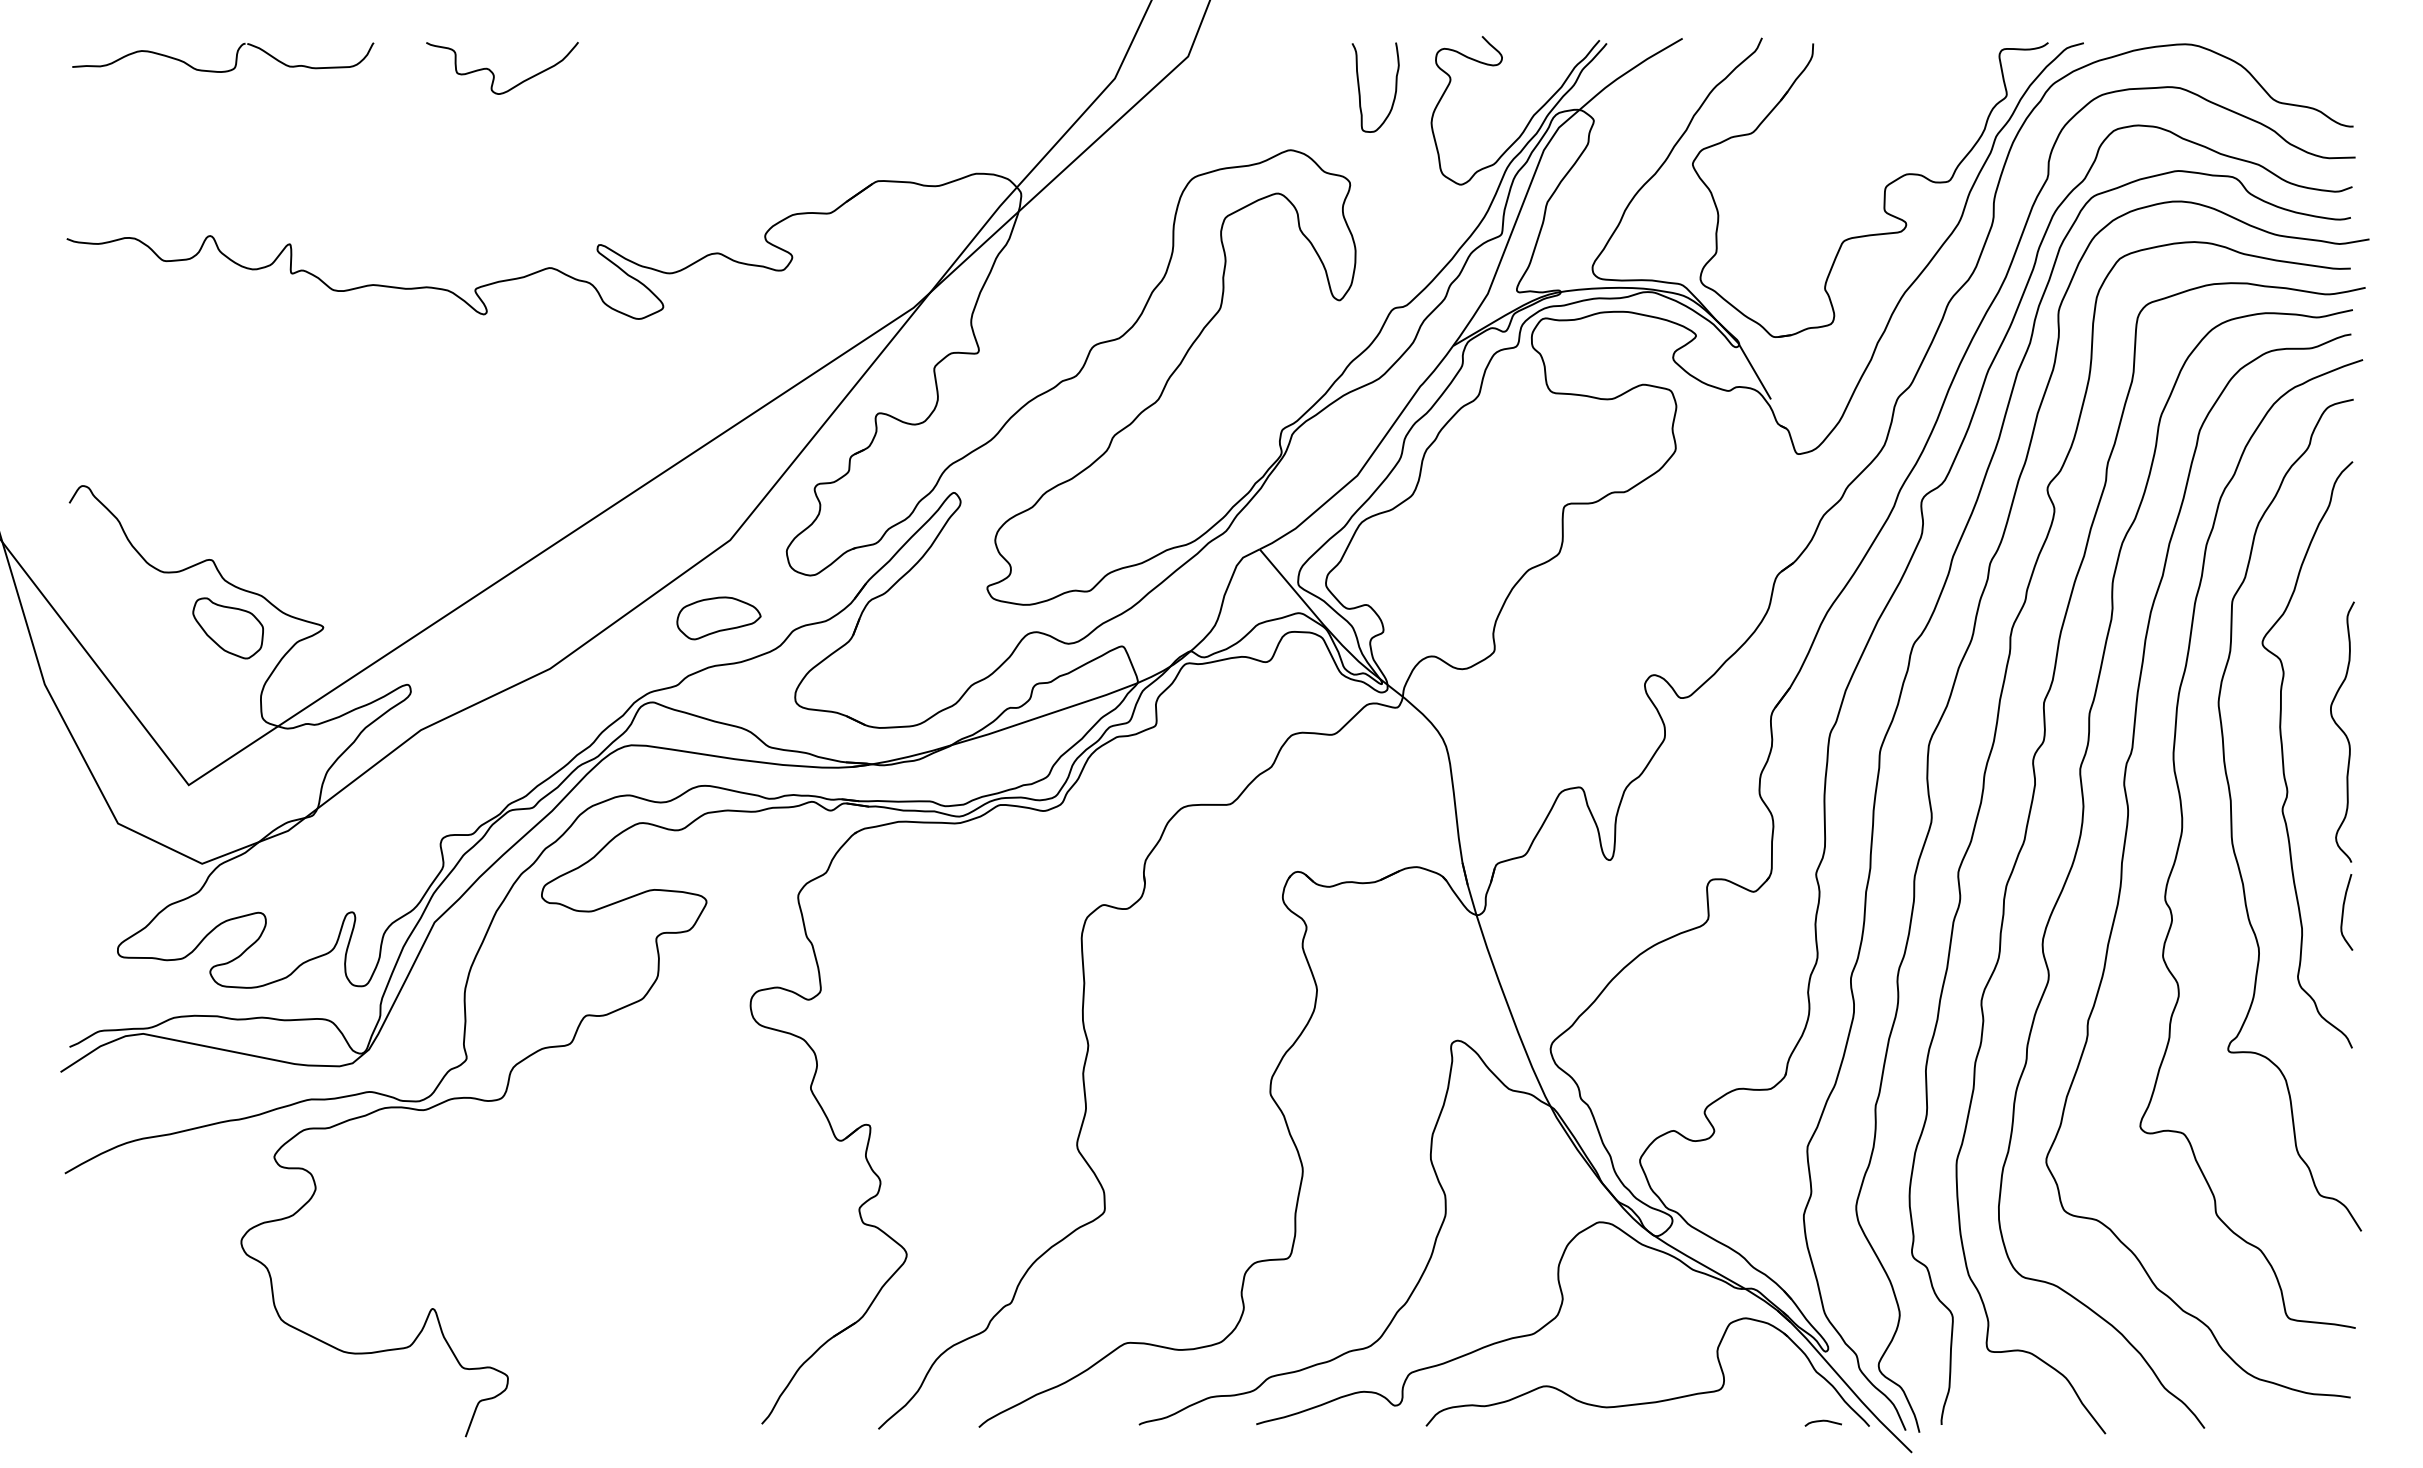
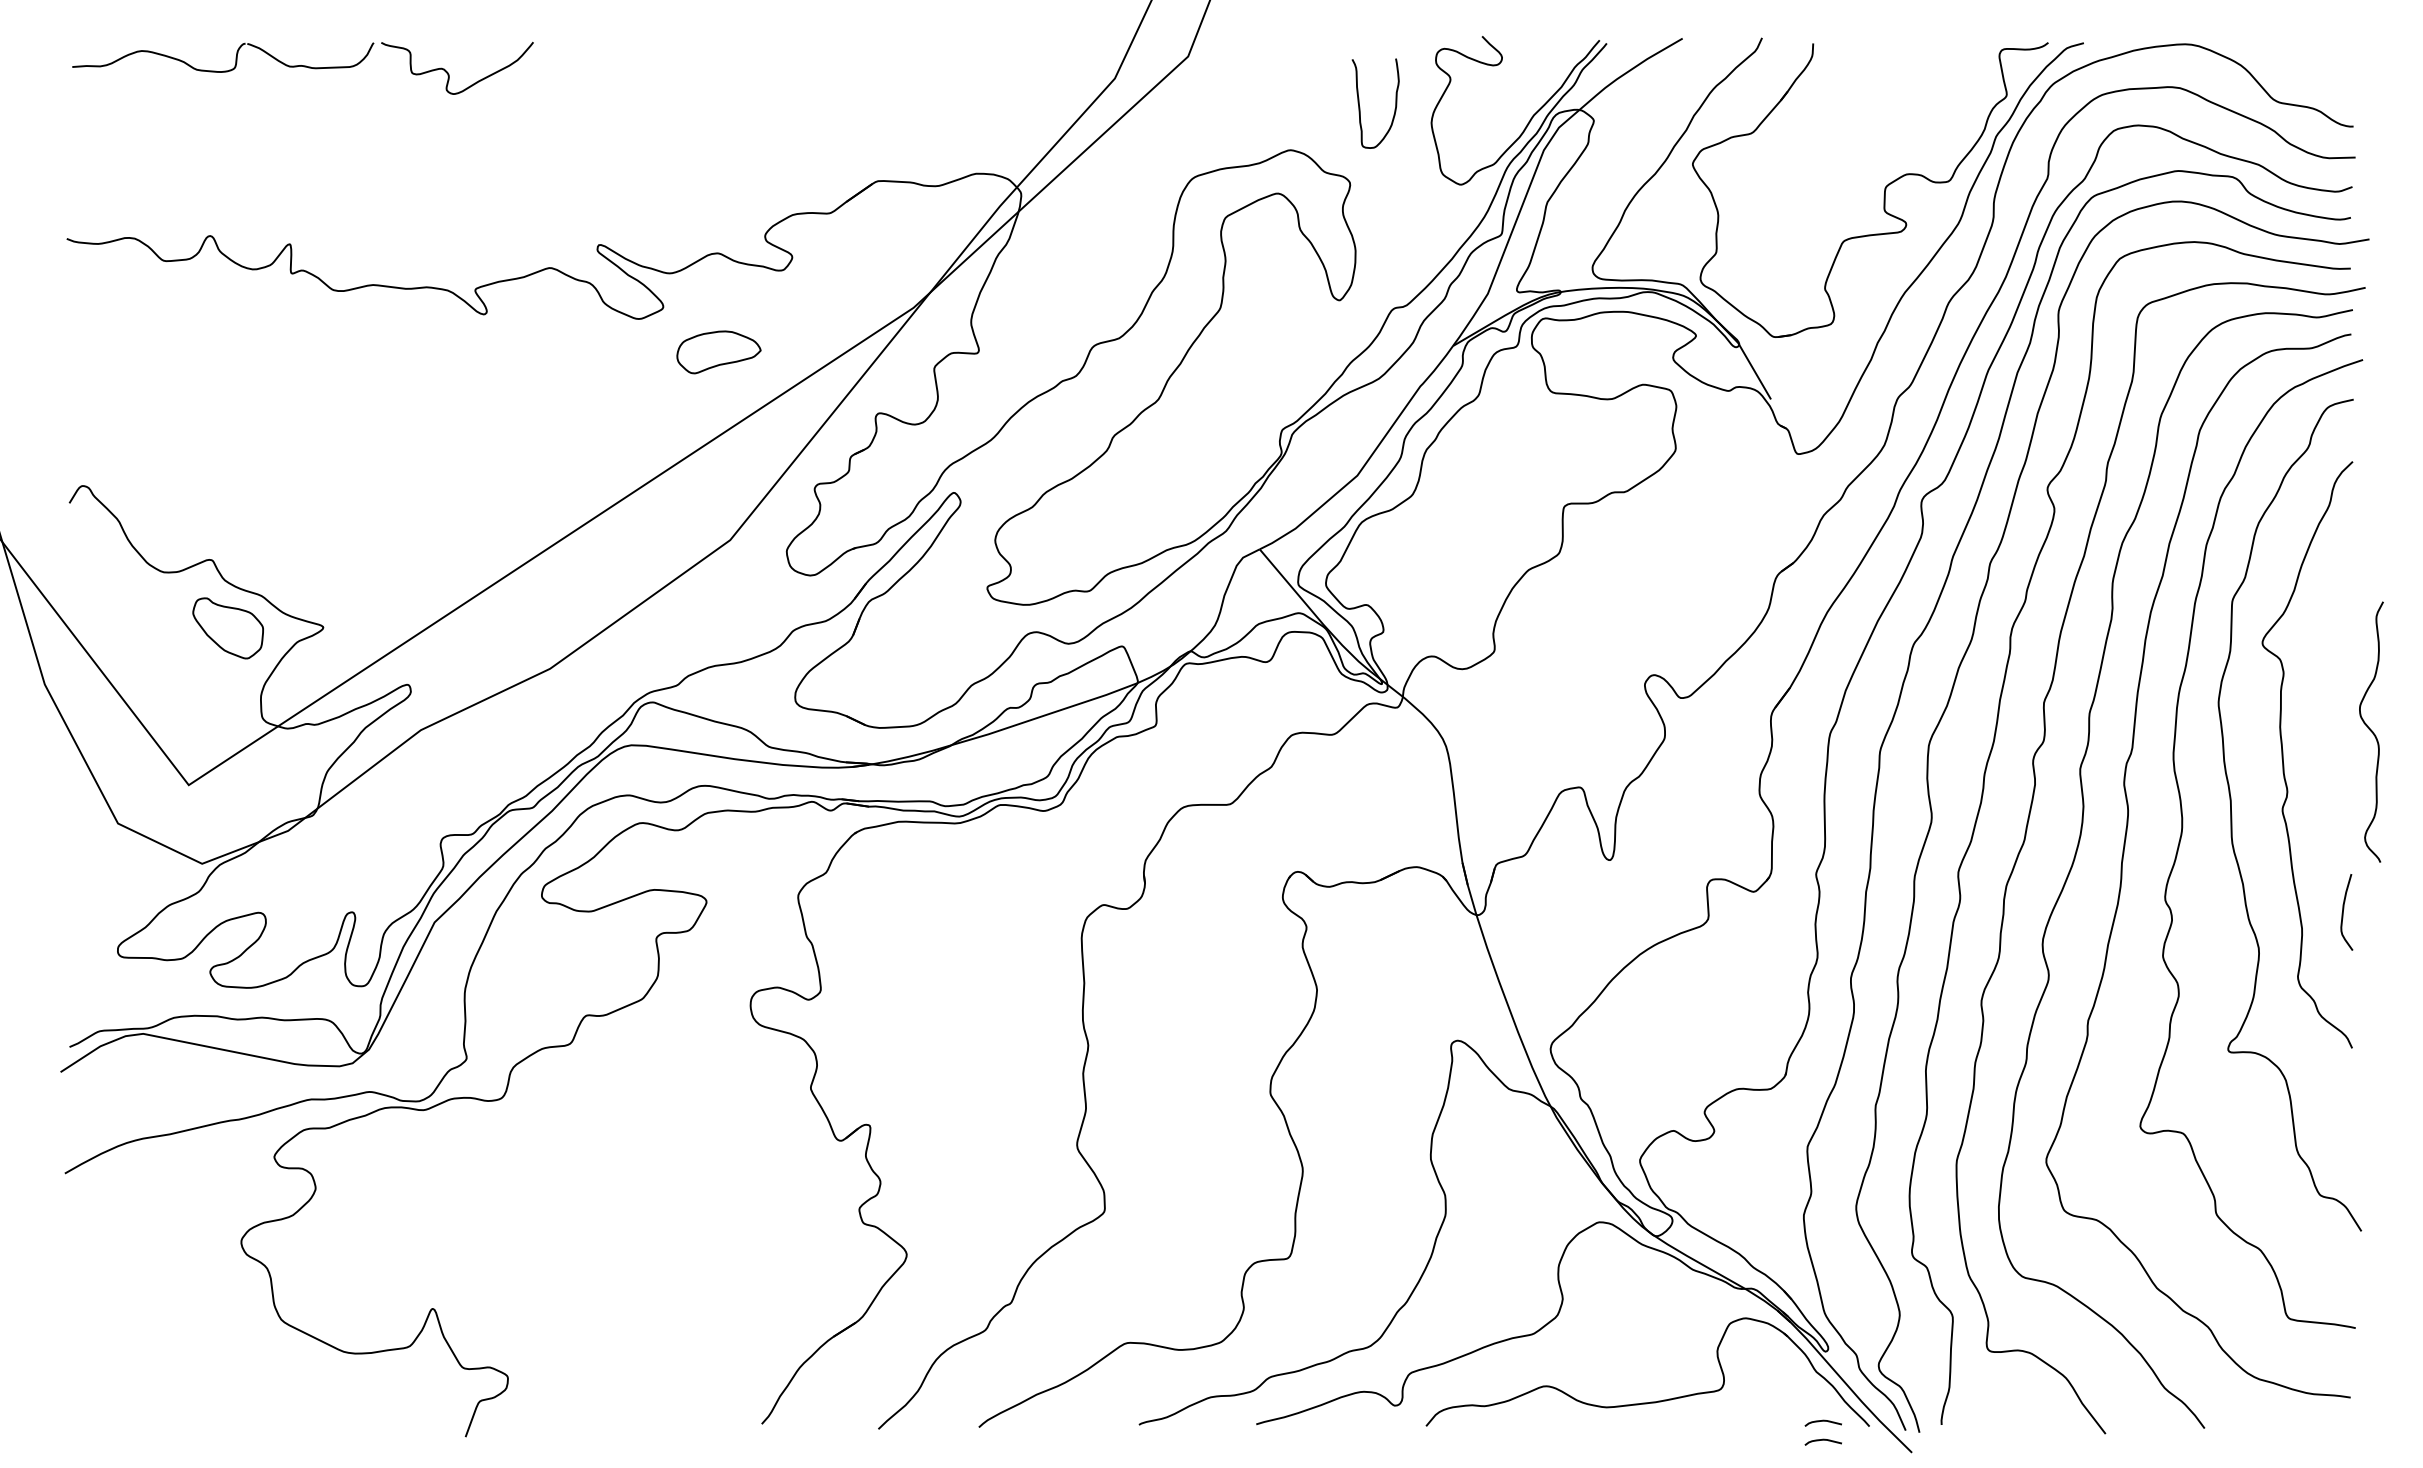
curve at (493, 72) position: (493, 72) -> (448, 72)
curve at (1360, 91) position: (1360, 91) -> (1360, 107)
part at (718, 618) position: (718, 618) -> (718, 352)
curve at (2342, 731) position: (2342, 731) -> (2371, 731)
curve at (1822, 1440): none -> present
